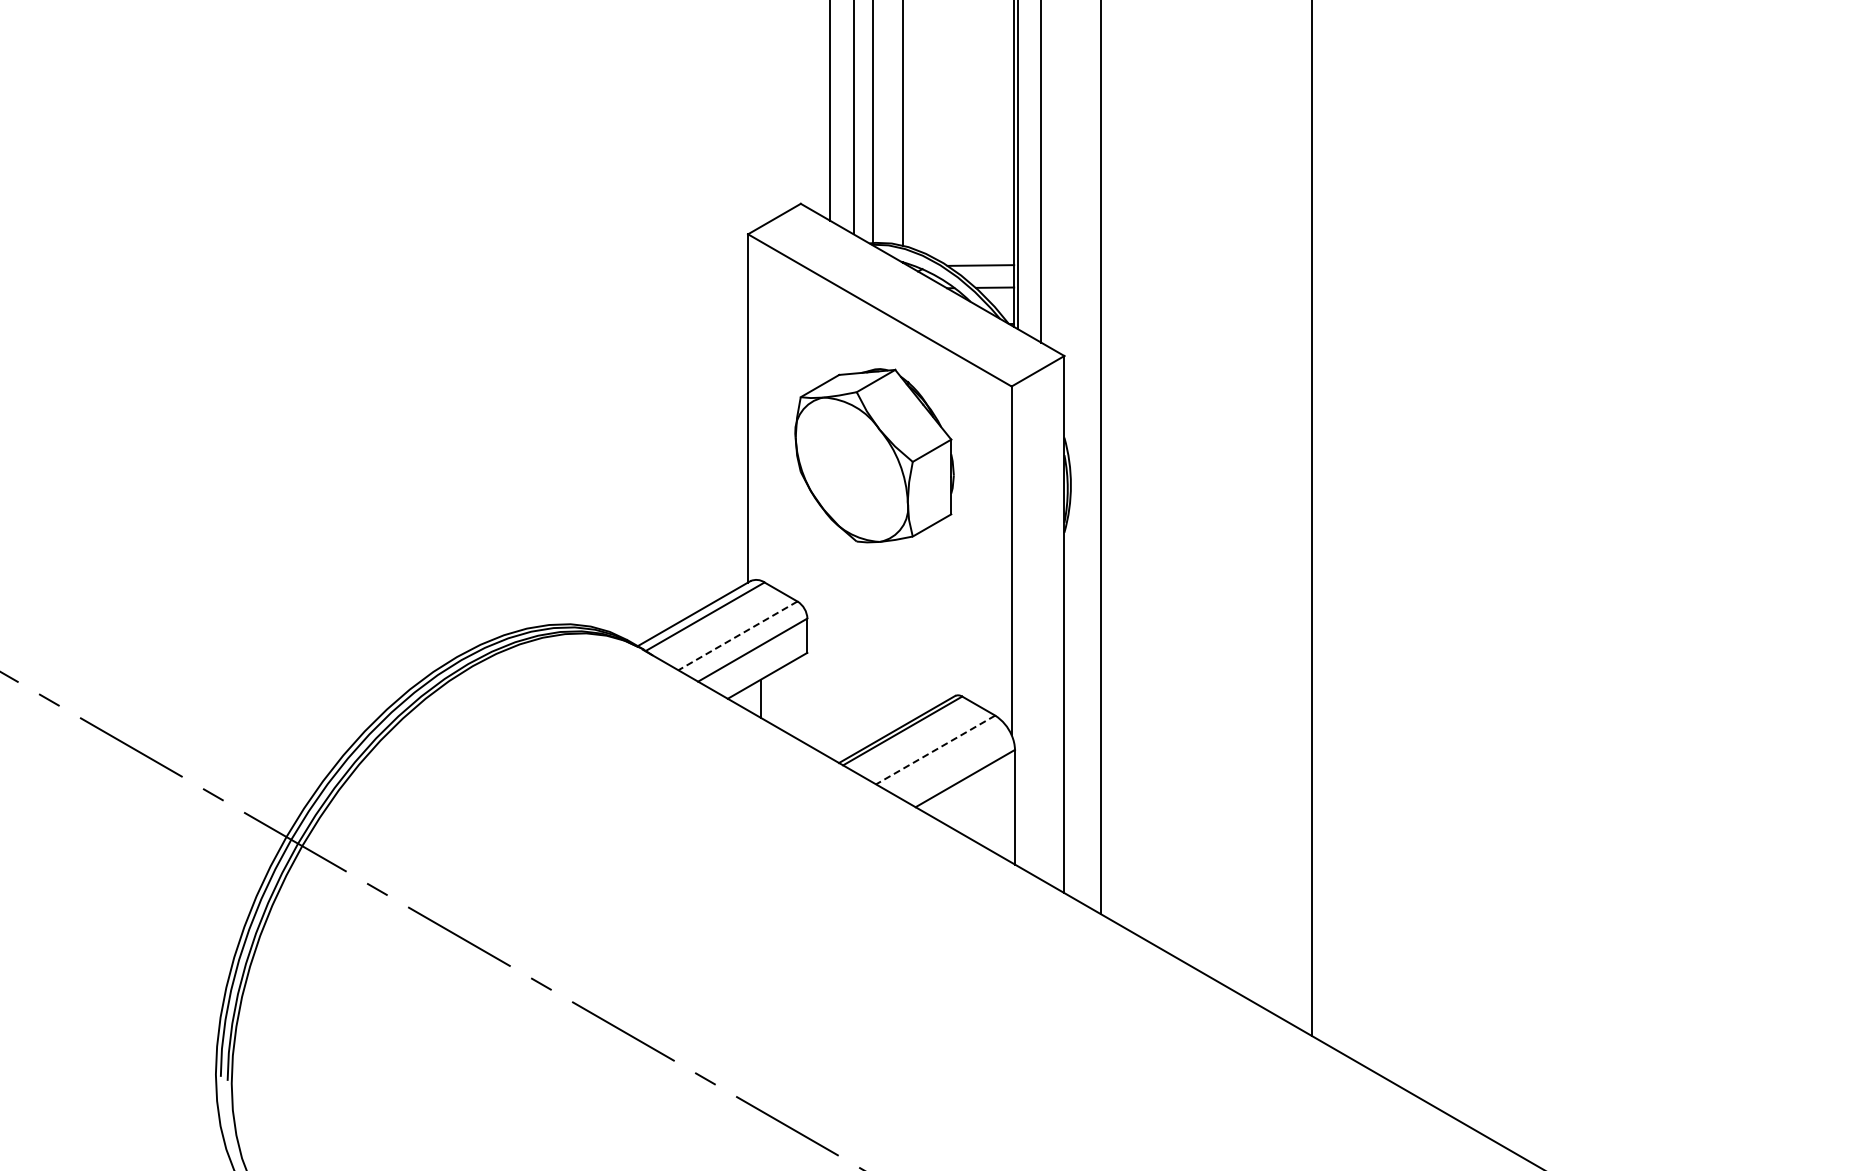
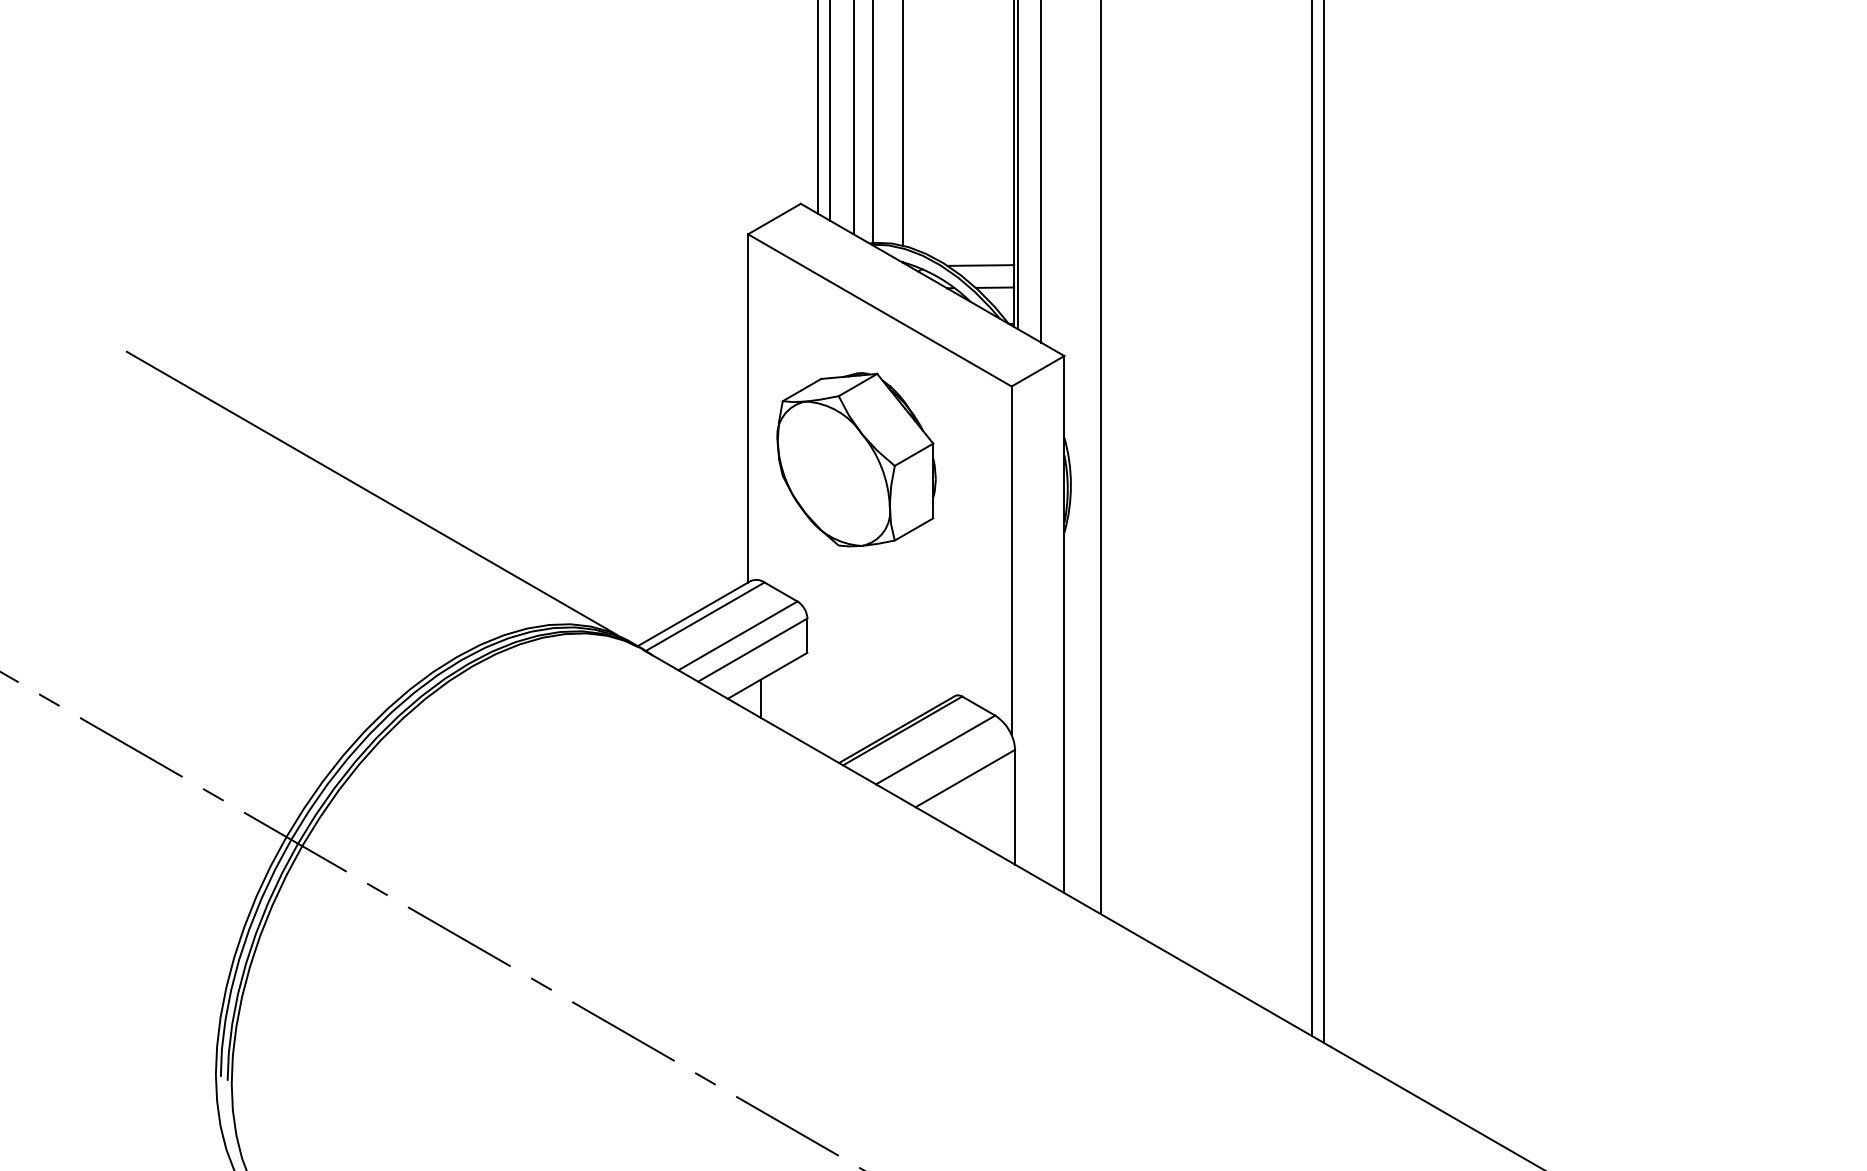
line at (818, 107): none -> present
part at (874, 455) position: (874, 455) -> (856, 459)
line at (371, 492): none -> present
line at (1323, 522): none -> present
line at (737, 635): dashed -> solid
line at (935, 749): dashed -> solid
